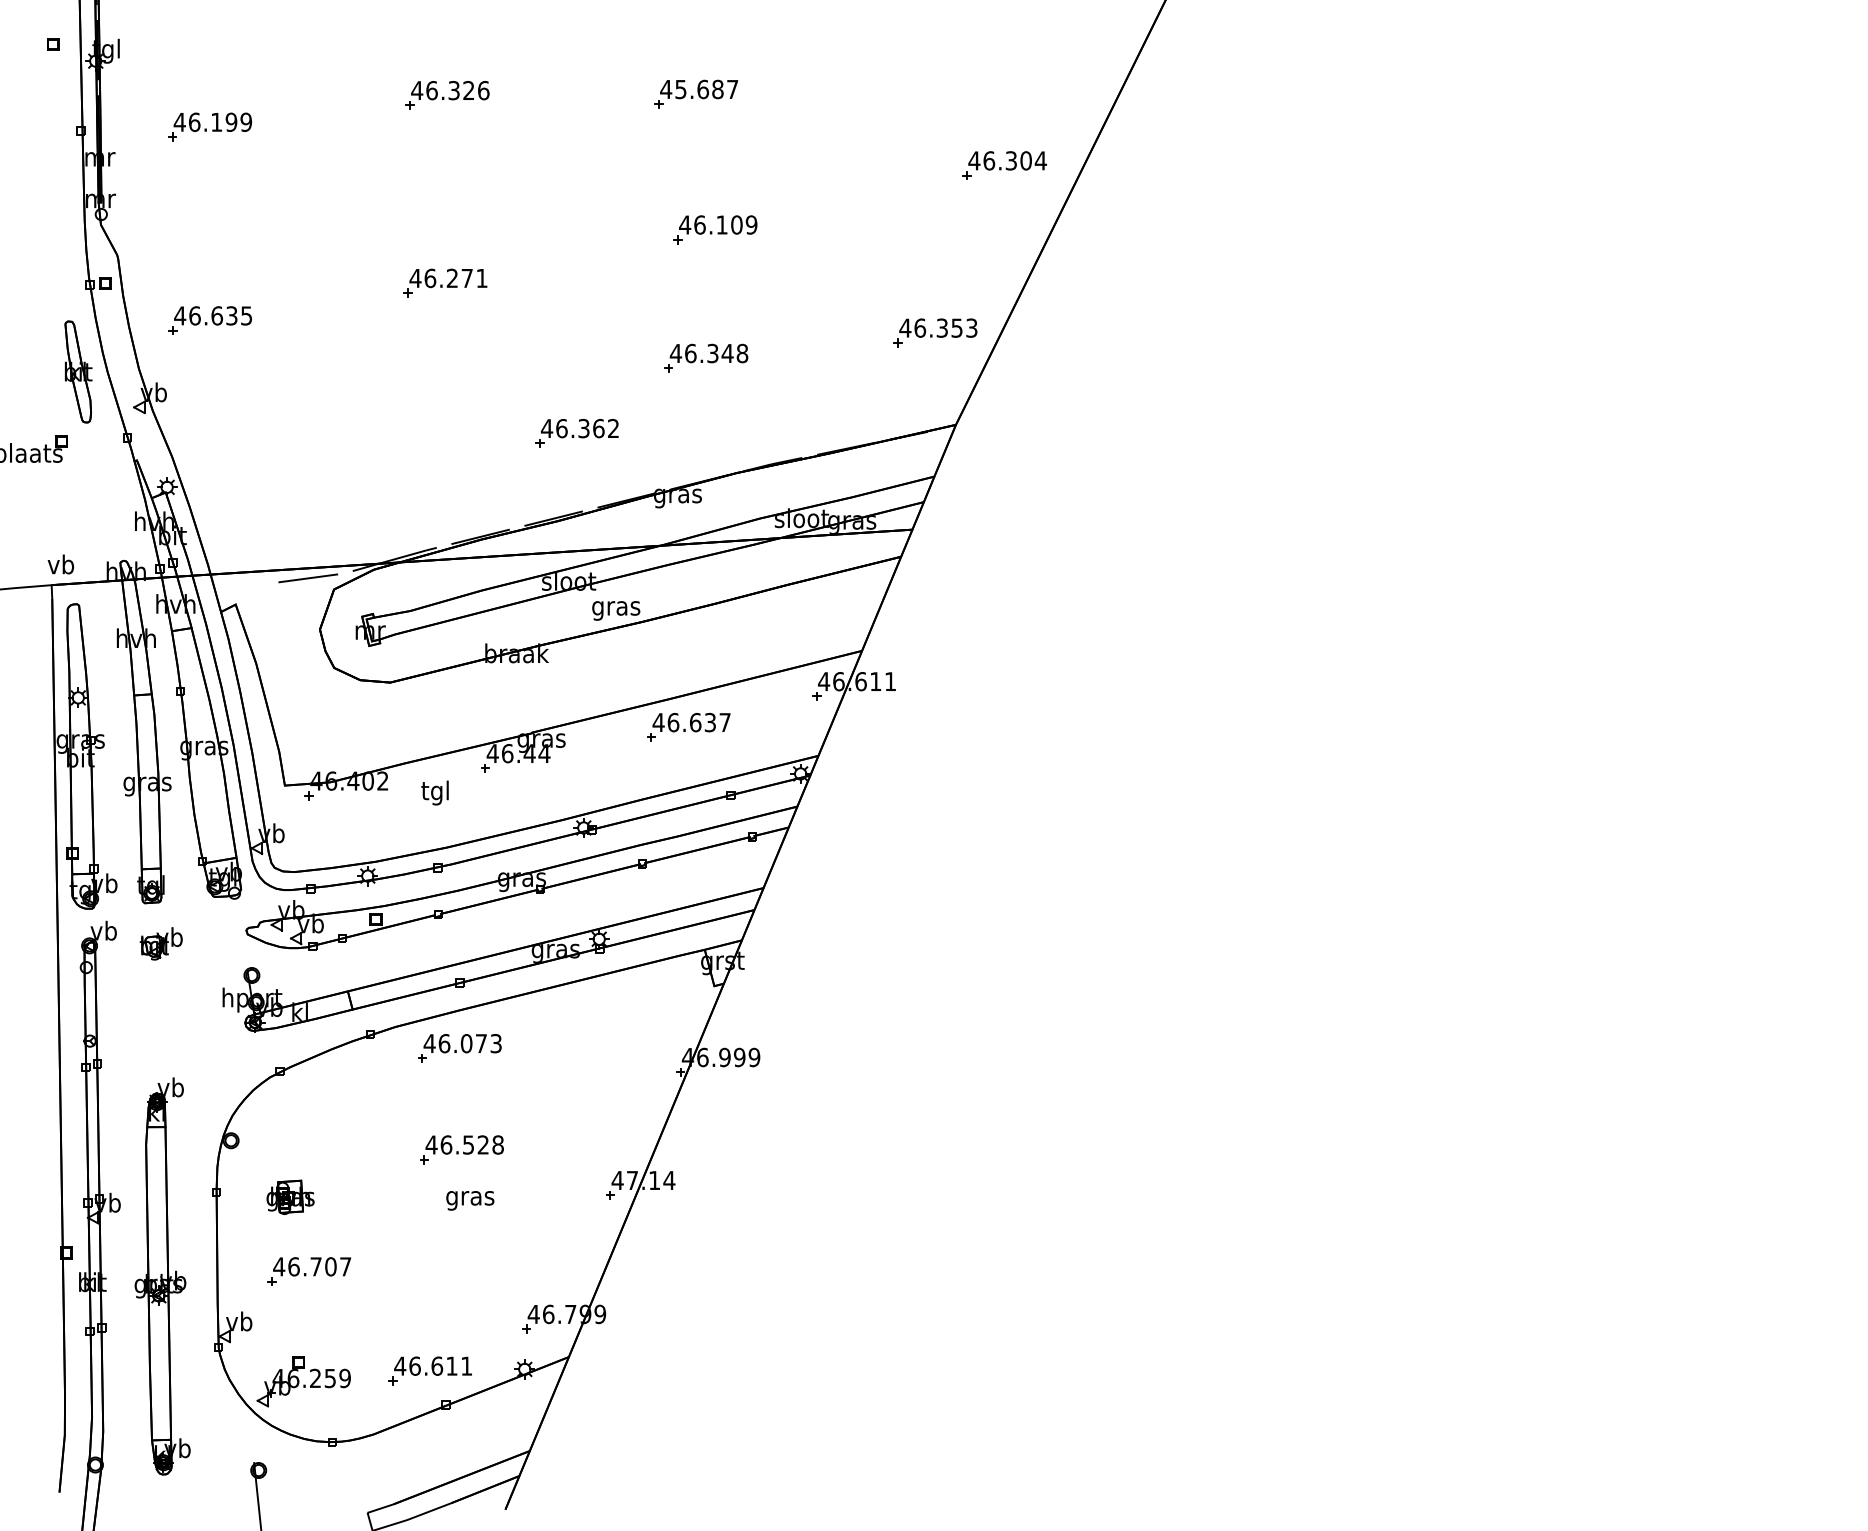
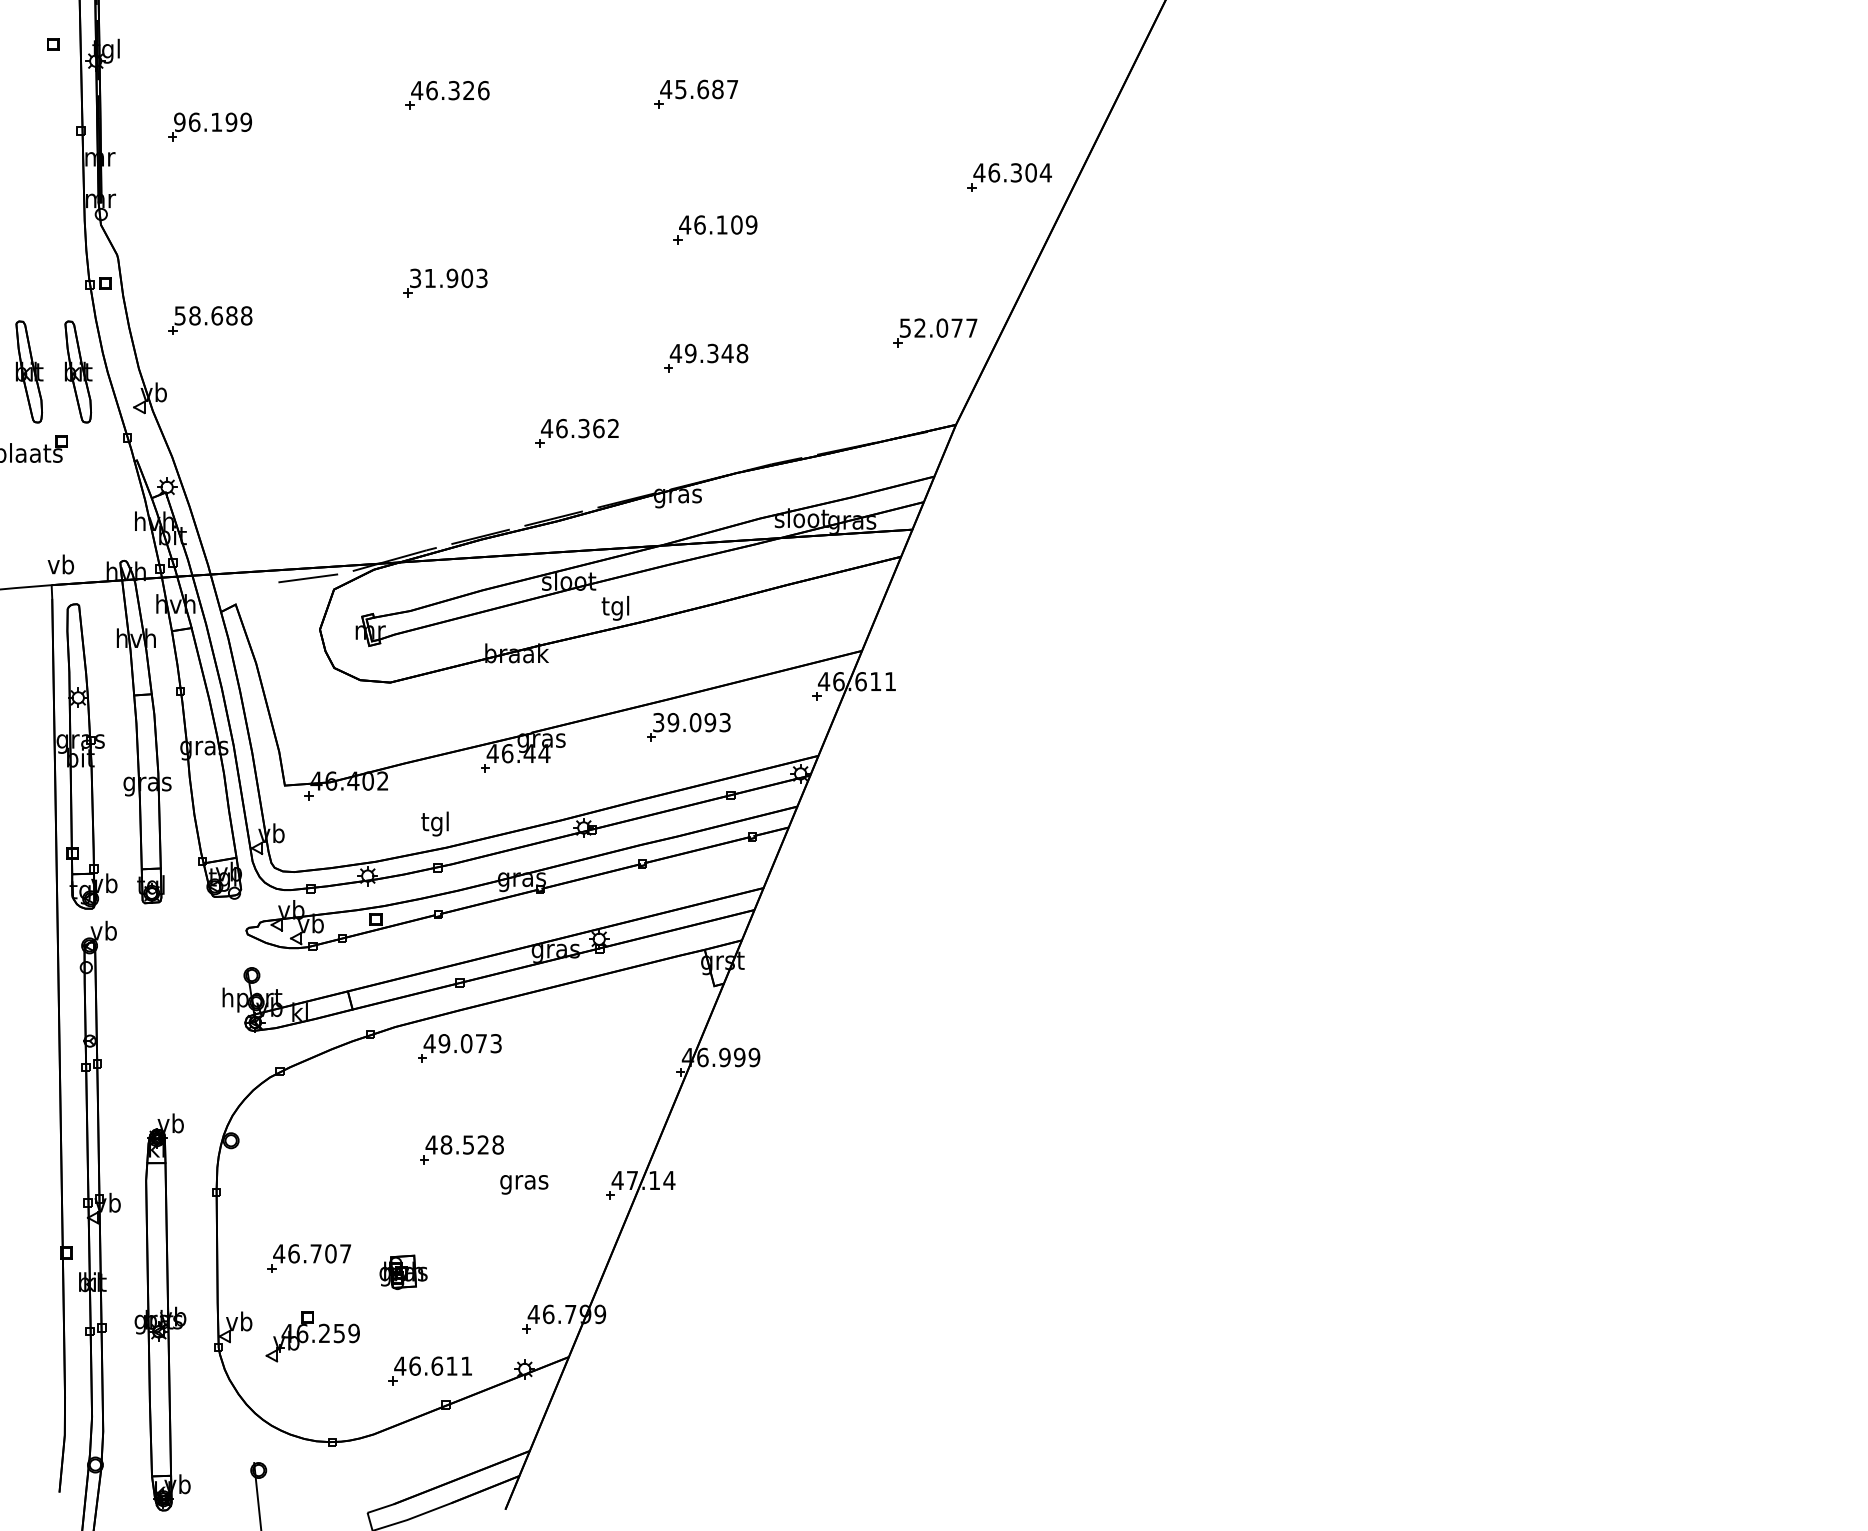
text at (179, 121): 46.199 -> 96.199
part at (1004, 165) position: (1004, 165) -> (1009, 177)
text at (448, 278): 46.271 -> 31.903
text at (213, 315): 46.635 -> 58.688
text at (938, 327): 46.353 -> 52.077
text at (690, 353): 46.348 -> 49.348
part at (29, 371): none -> present
text at (616, 607): gras -> tgl
text at (691, 722): 46.637 -> 39.093
text at (434, 792) position: (434, 792) -> (434, 823)
part at (160, 943): present -> none
text at (444, 1043): 46.073 -> 49.073
text at (446, 1144): 46.528 -> 48.528
part at (290, 1196) position: (290, 1196) -> (403, 1271)
text at (470, 1200) position: (470, 1200) -> (524, 1184)
part at (308, 1271) position: (308, 1271) -> (308, 1258)
part at (162, 1276) position: (162, 1276) -> (162, 1312)
part at (303, 1381) position: (303, 1381) -> (312, 1336)
